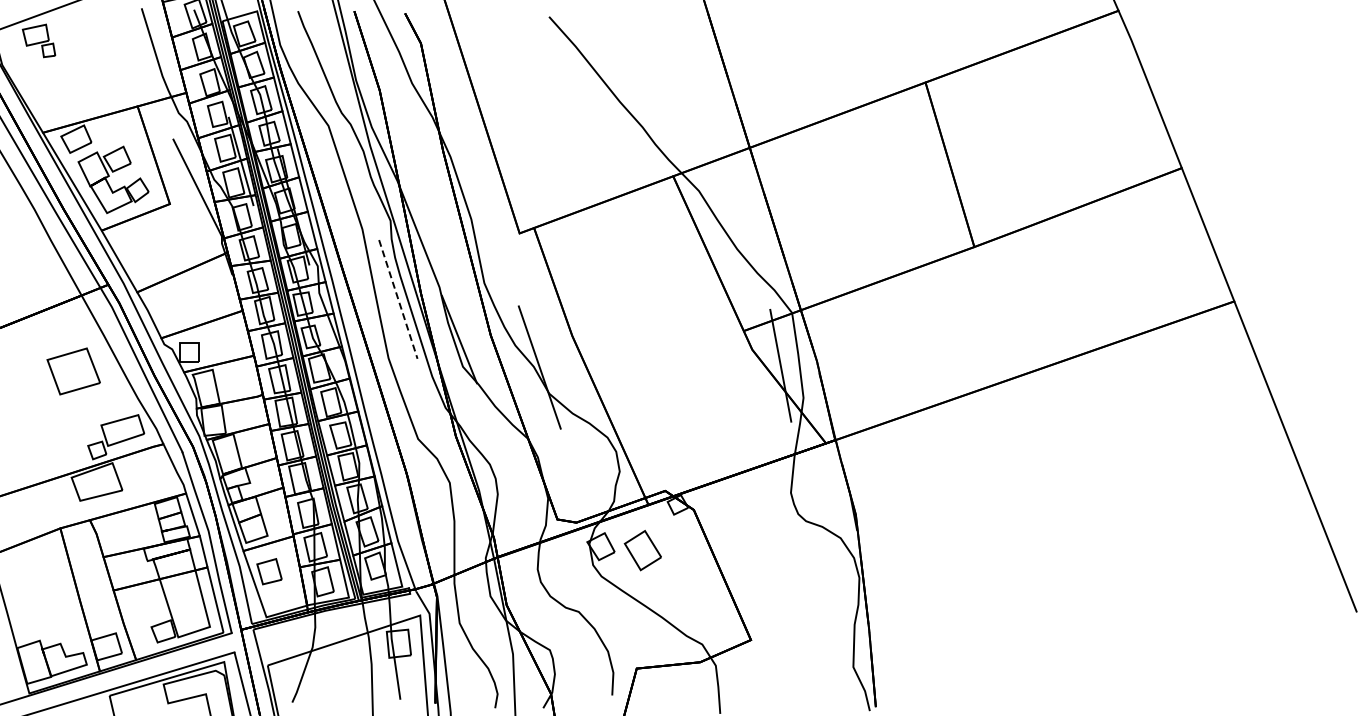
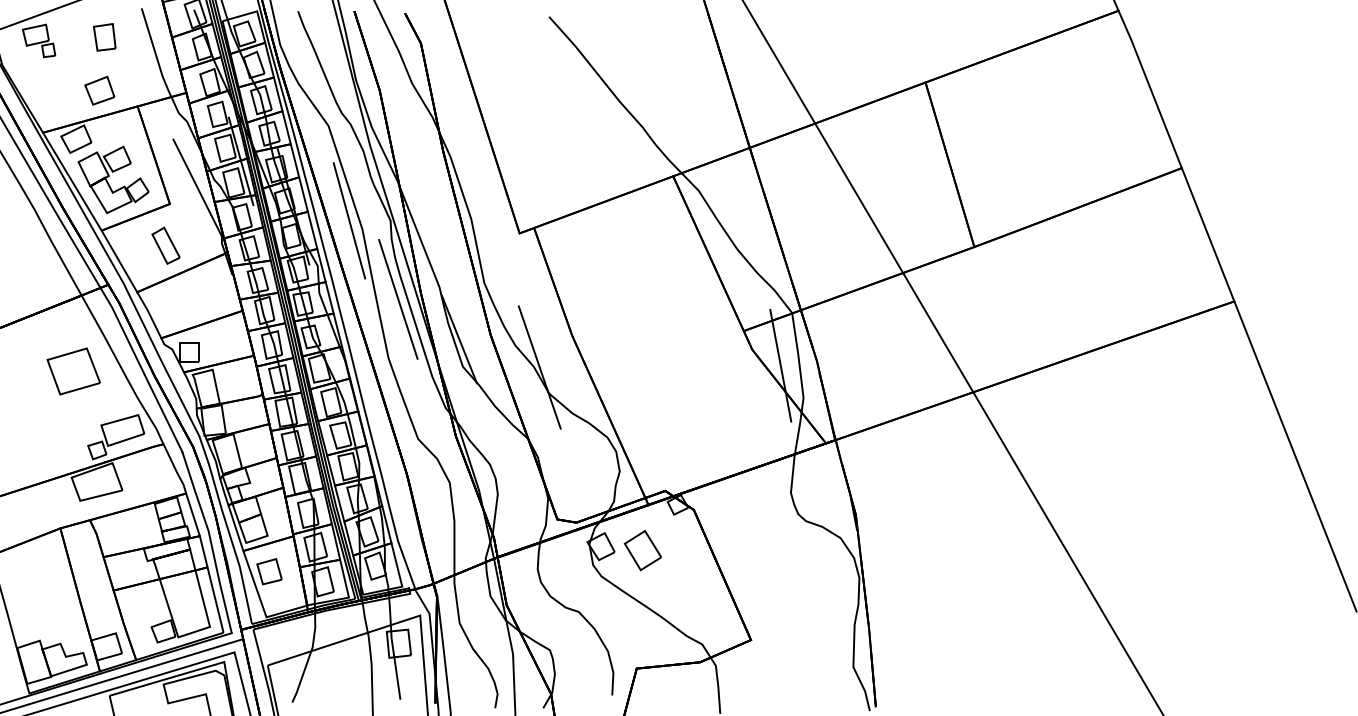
part at (104, 37): none -> present
part at (99, 90): none -> present
line at (349, 220): none -> present
part at (165, 245): none -> present
line at (398, 299): dashed -> solid
line at (952, 357): none -> present
line at (122, 675): none -> present
